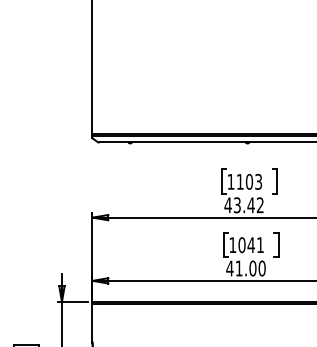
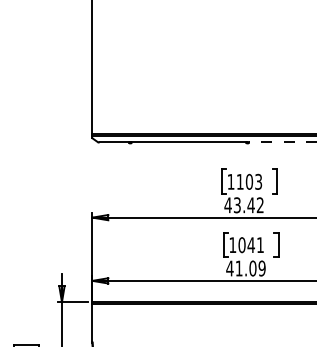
line at (282, 142): solid -> dashed
text at (261, 268): 41.00 -> 41.09
